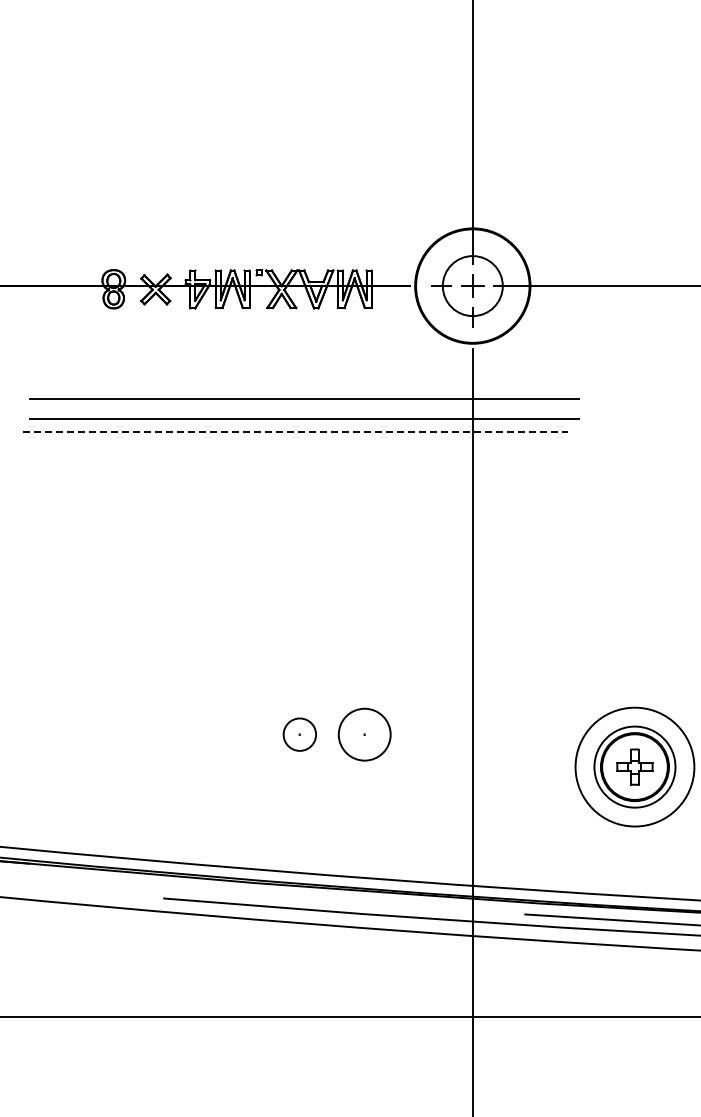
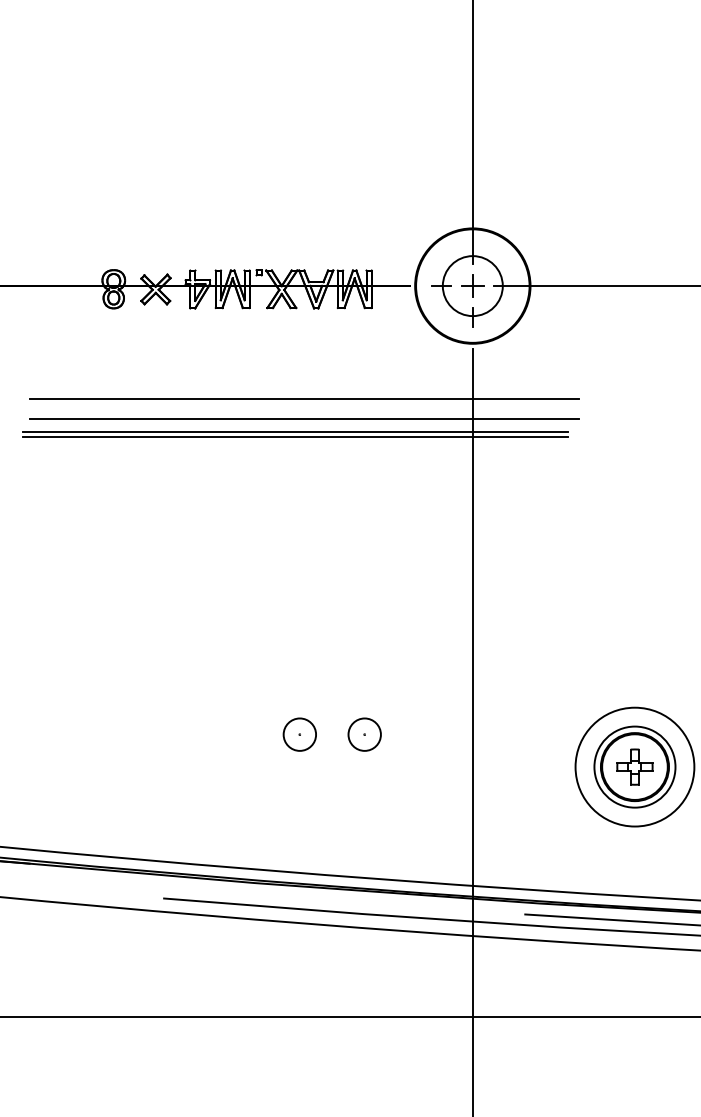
line at (296, 431): dashed -> solid
line at (295, 436): none -> present
circle at (364, 734) diameter: 52 px -> 32 px
